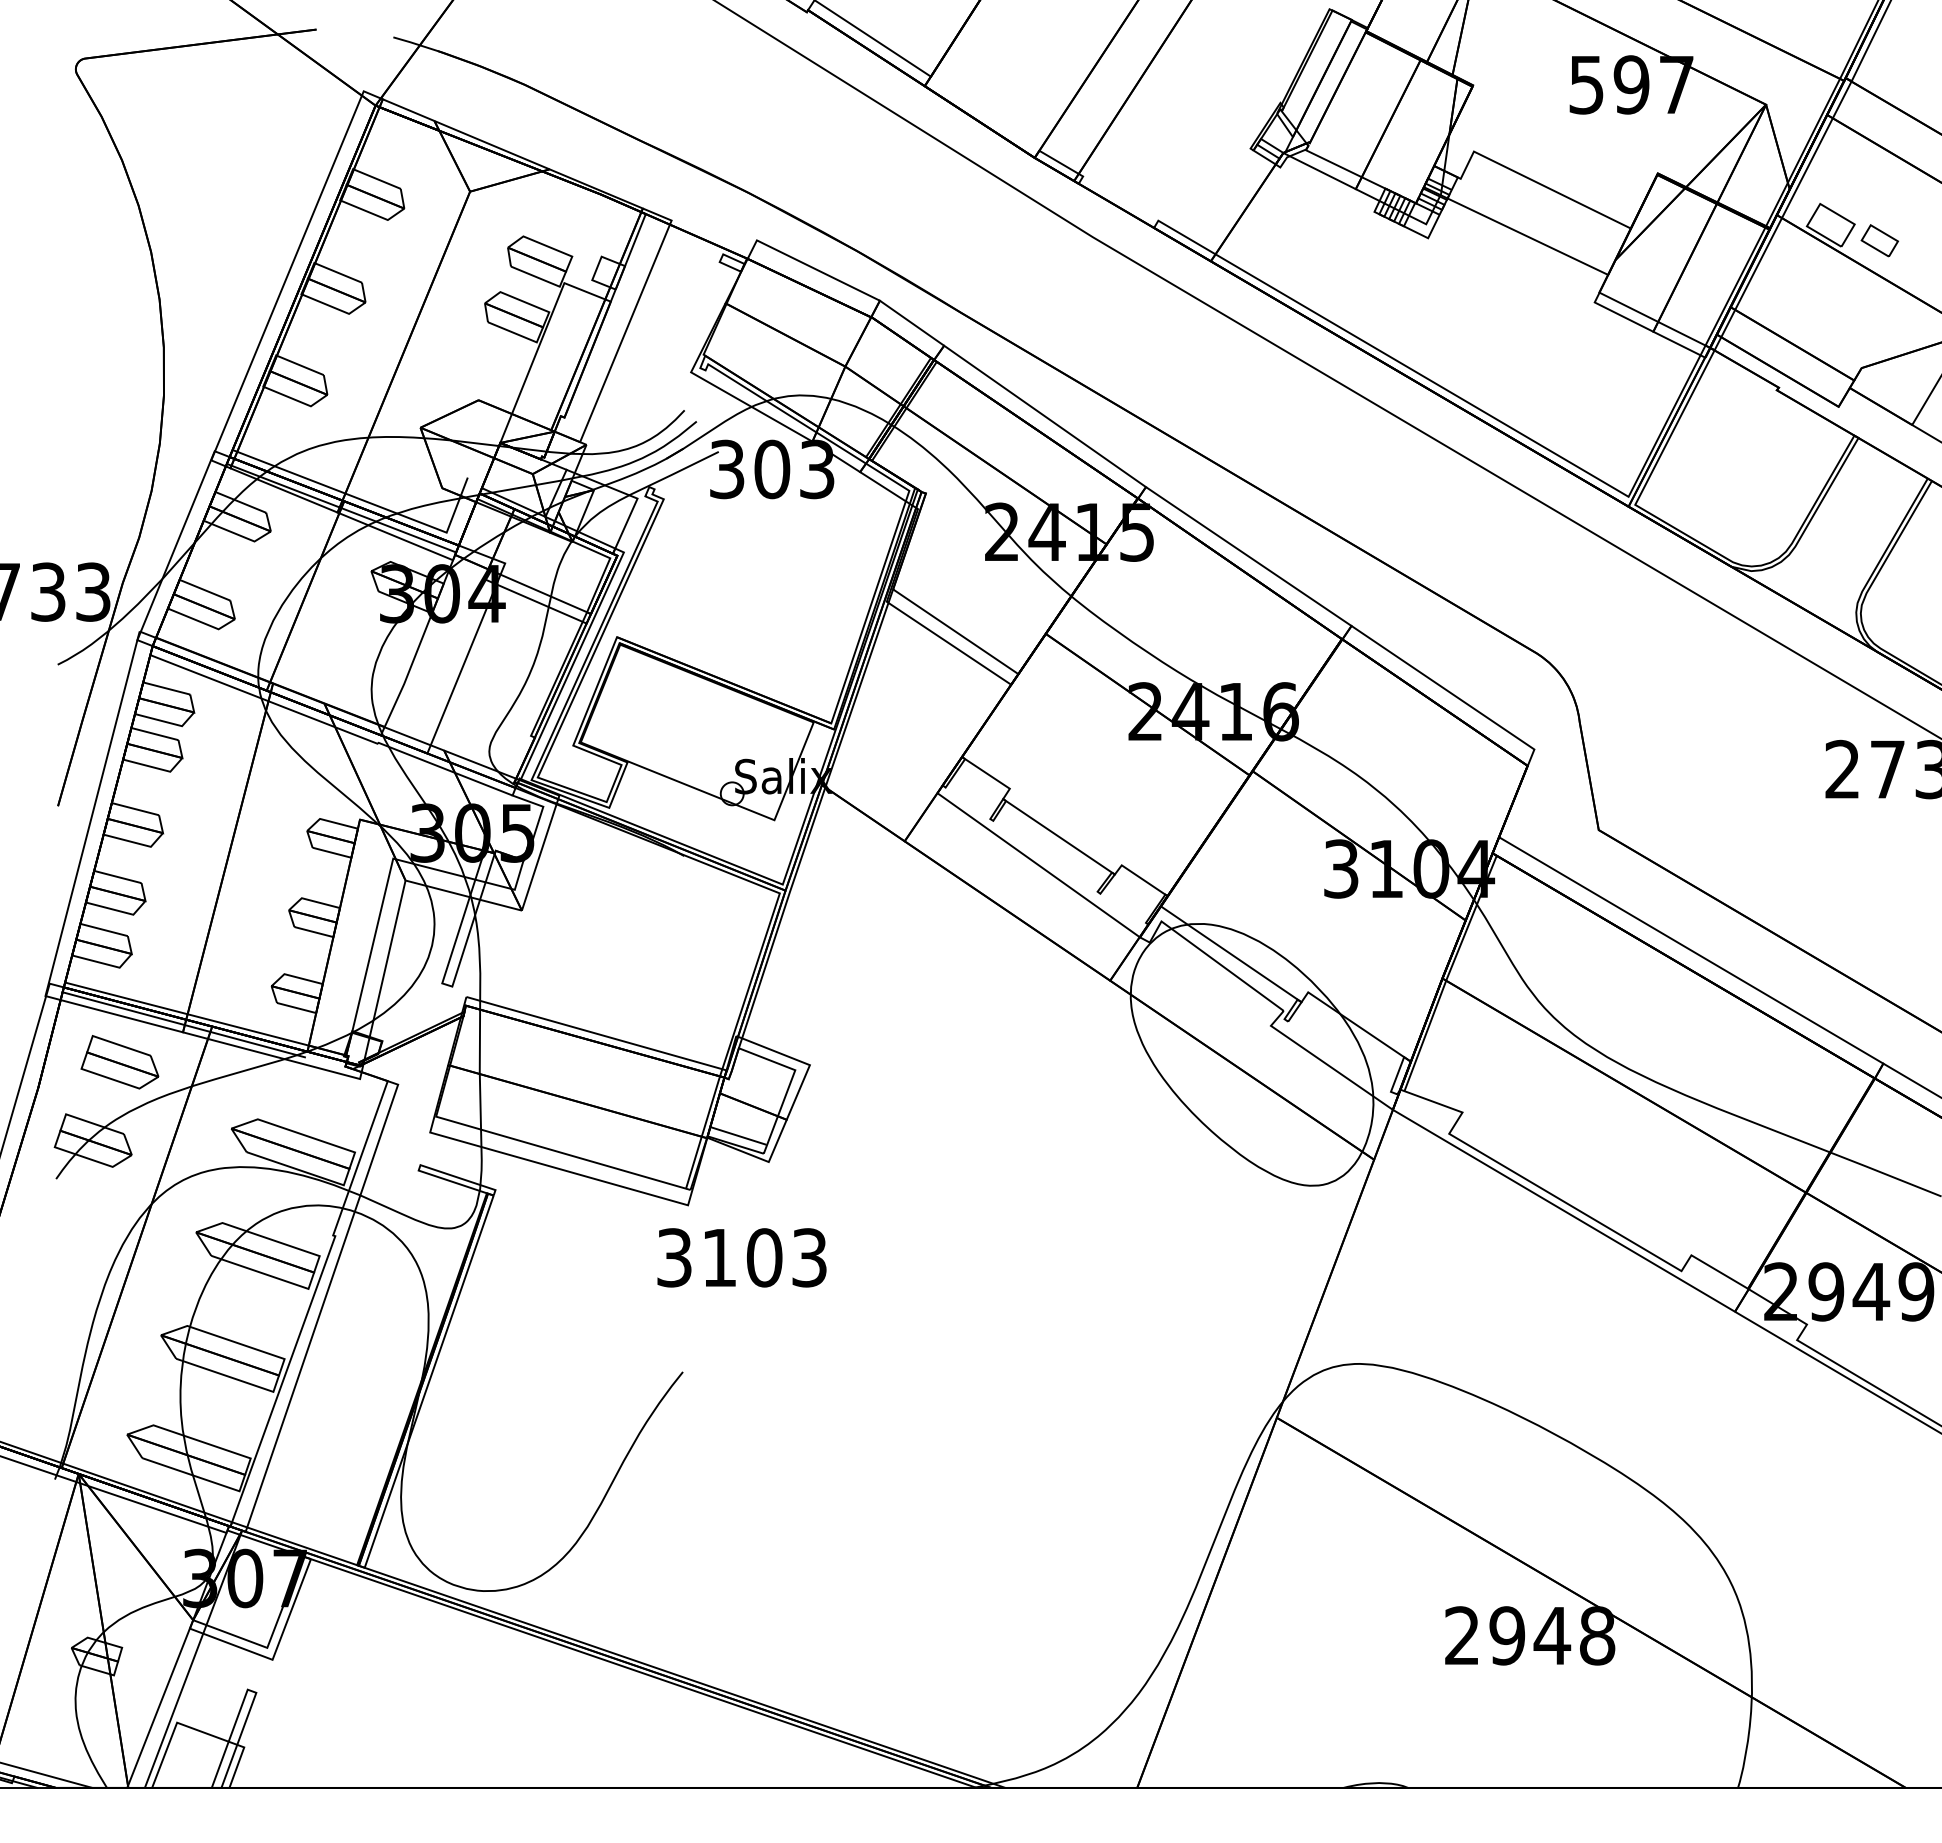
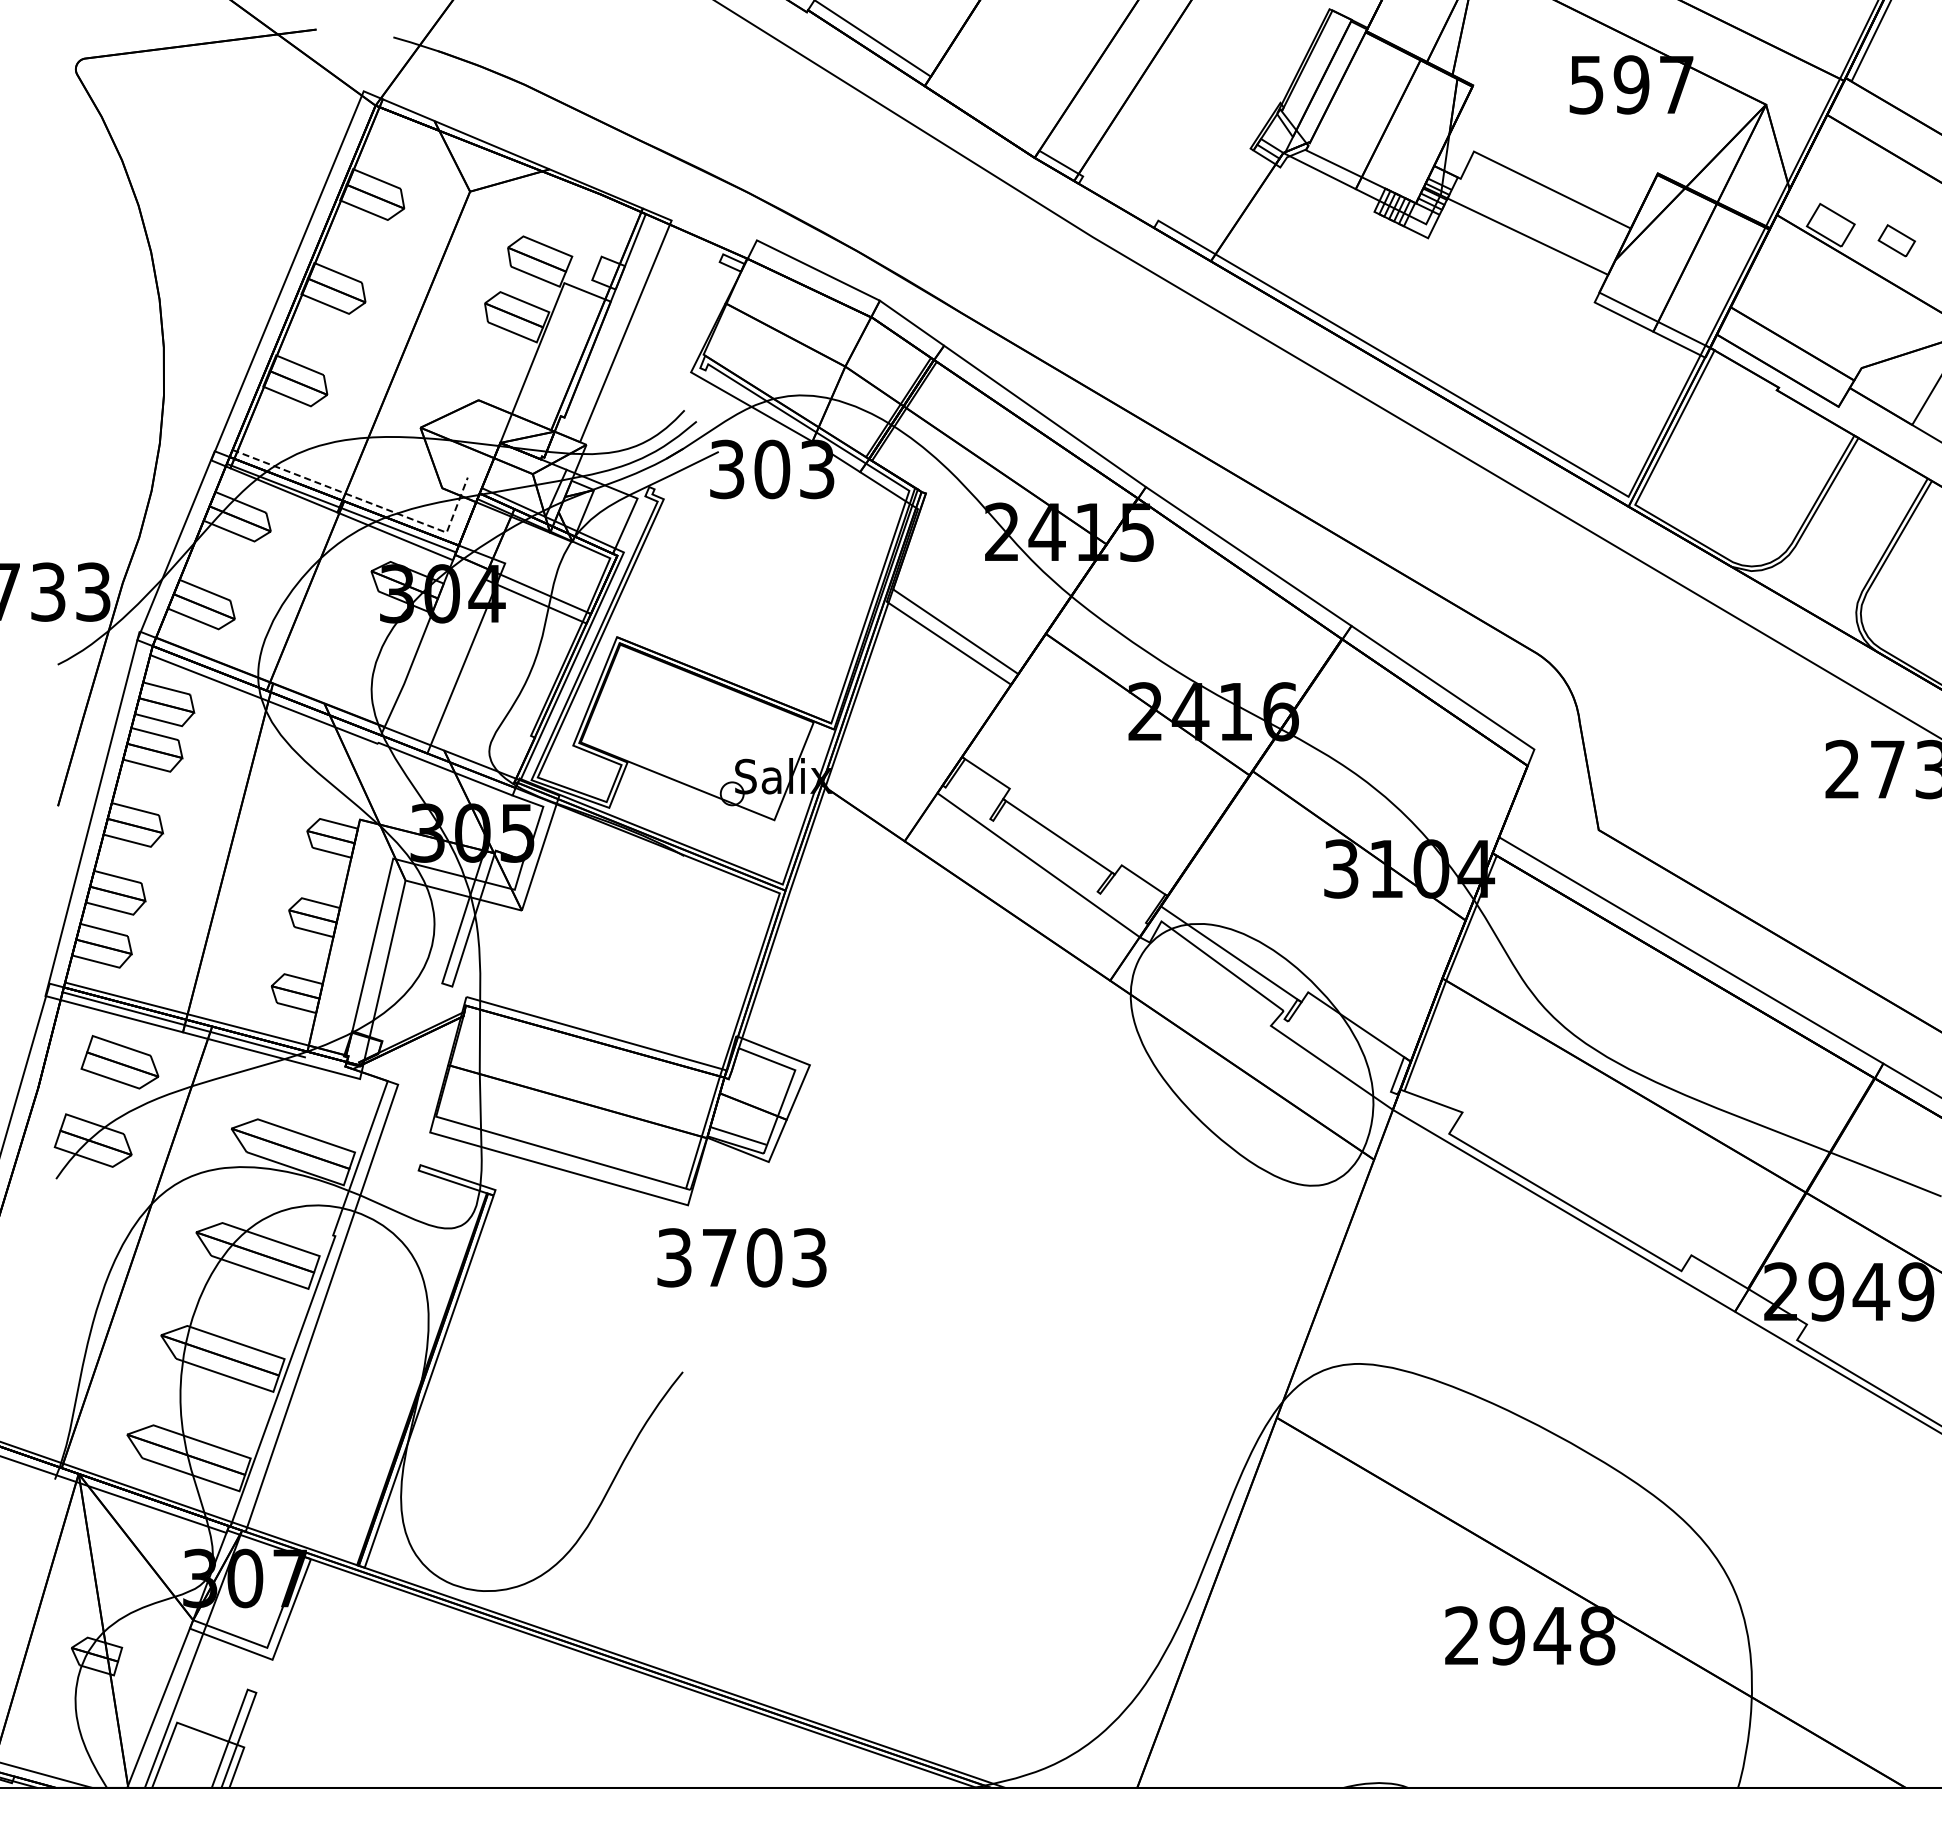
line at (1782, 215): present -> none
part at (1879, 240) position: (1879, 240) -> (1896, 240)
line at (367, 502): solid -> dashed
text at (719, 1257): 3103 -> 3703
